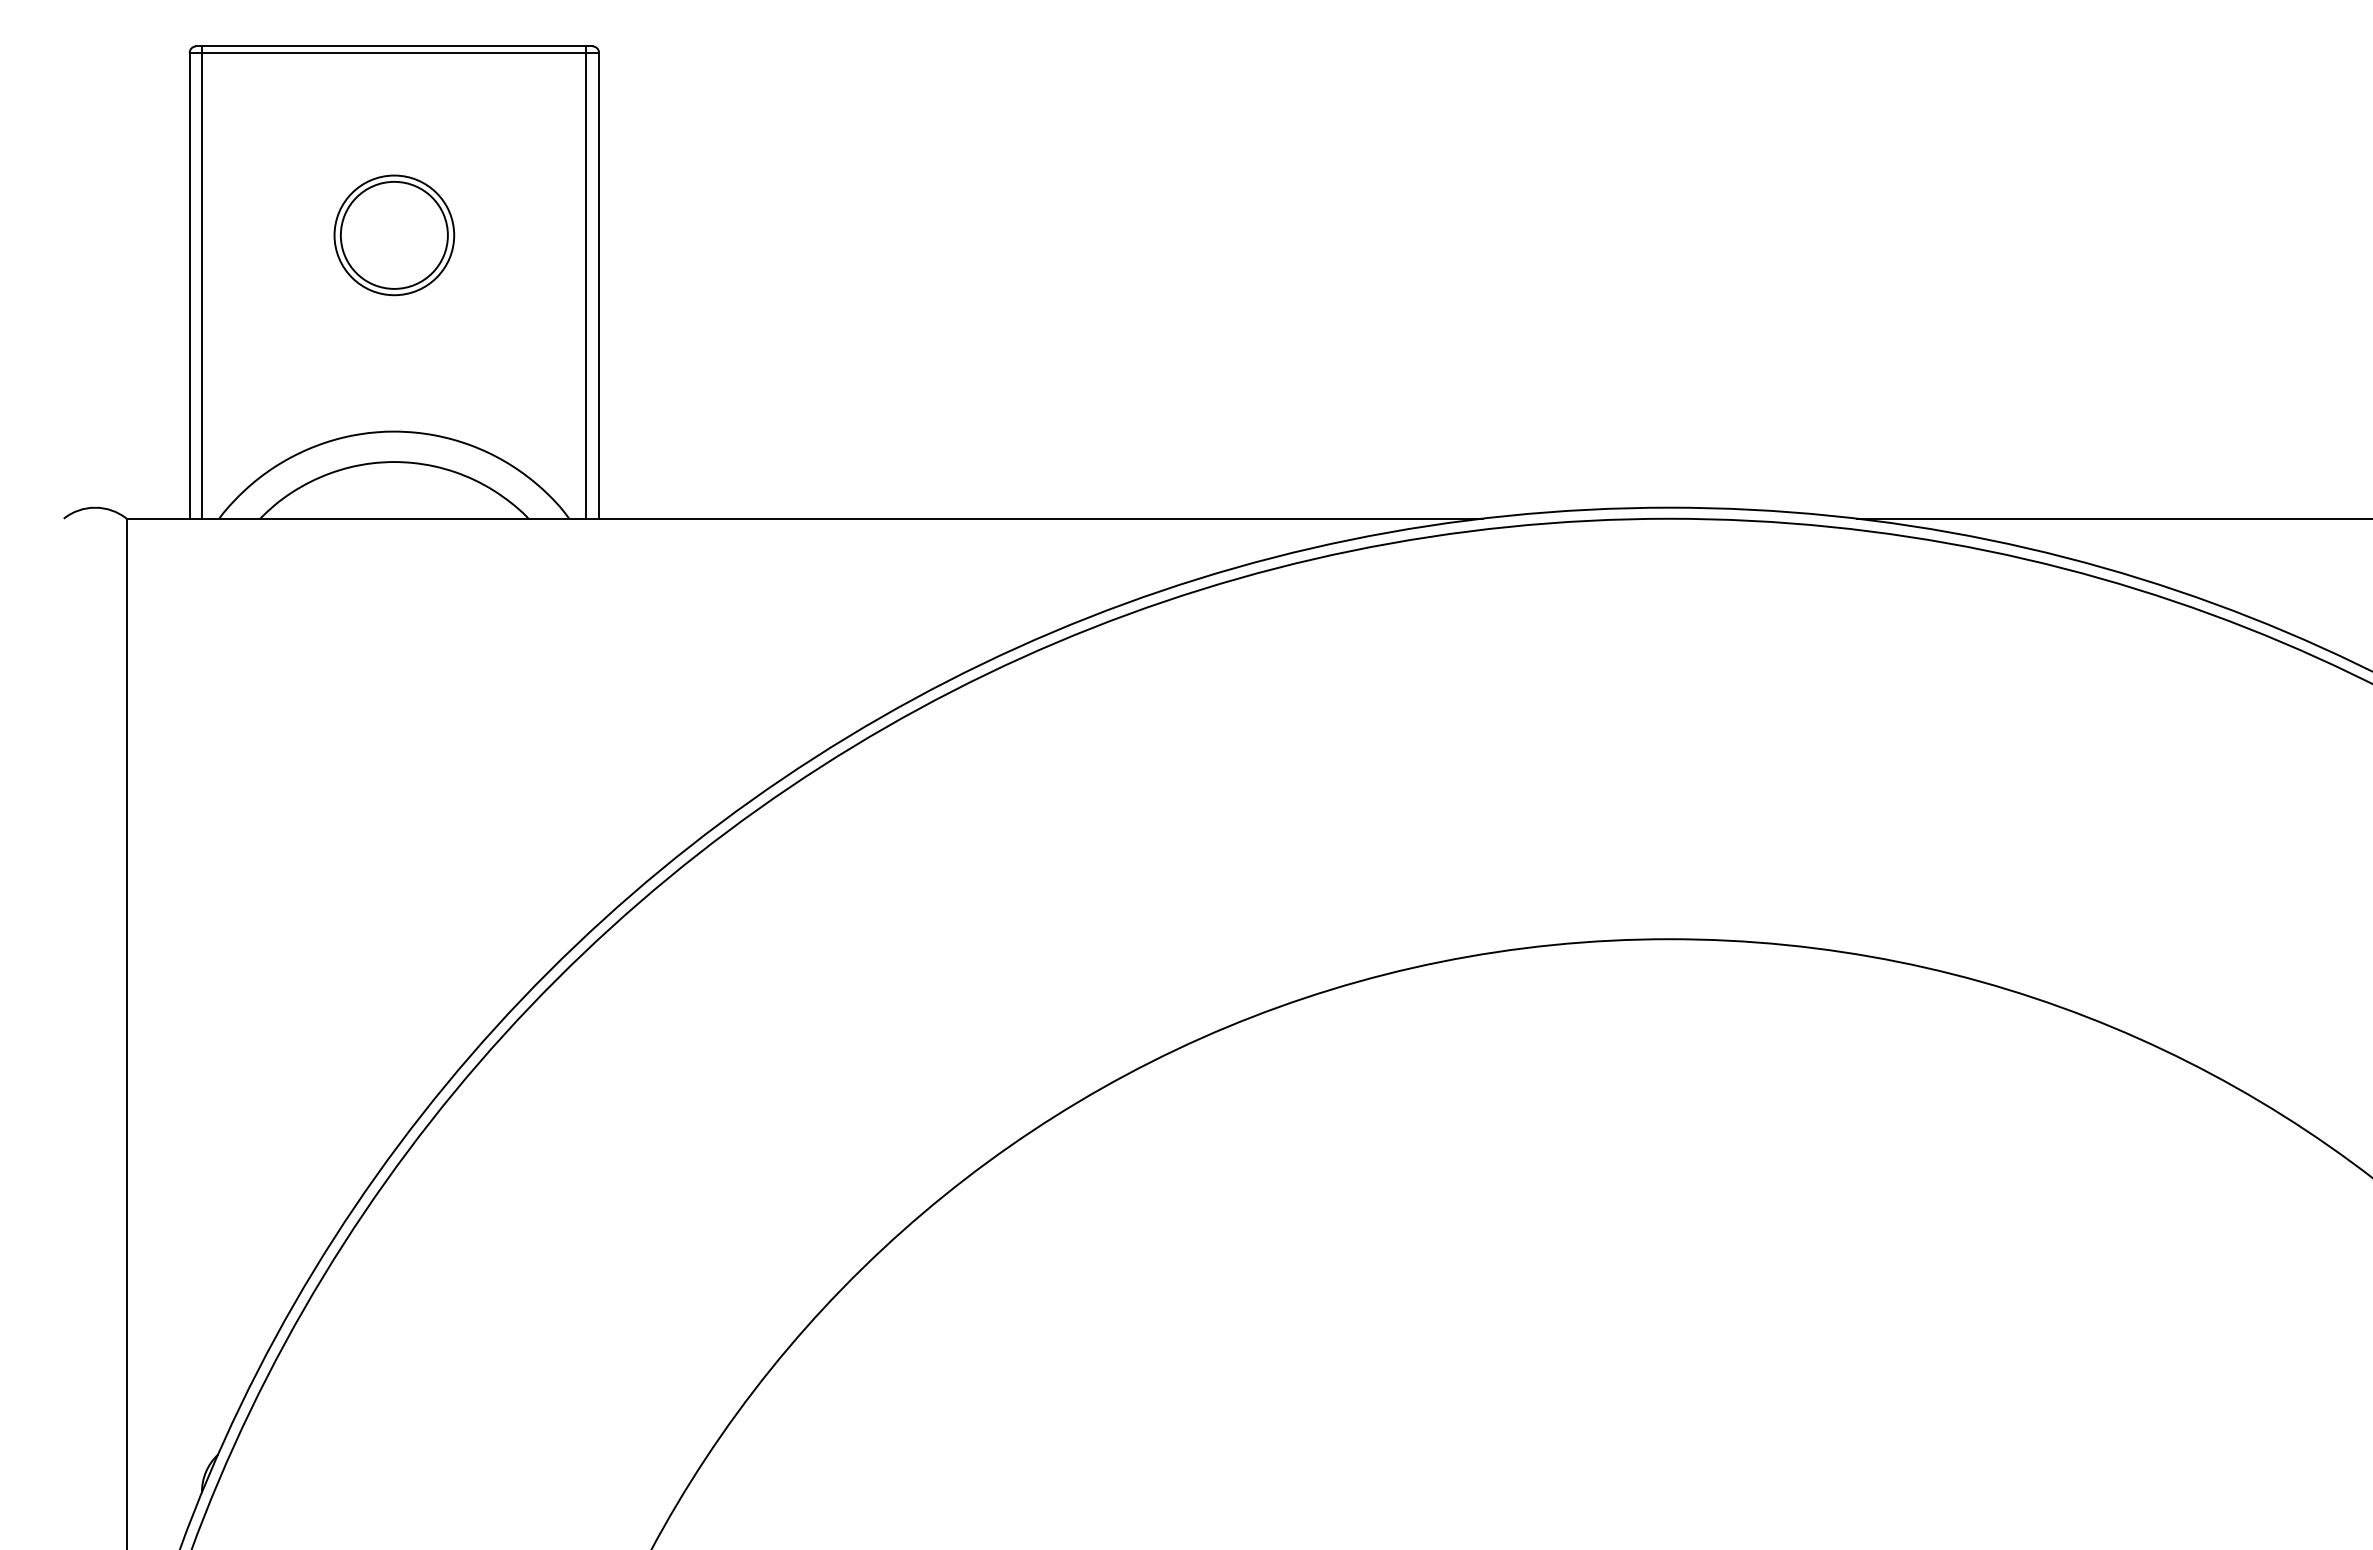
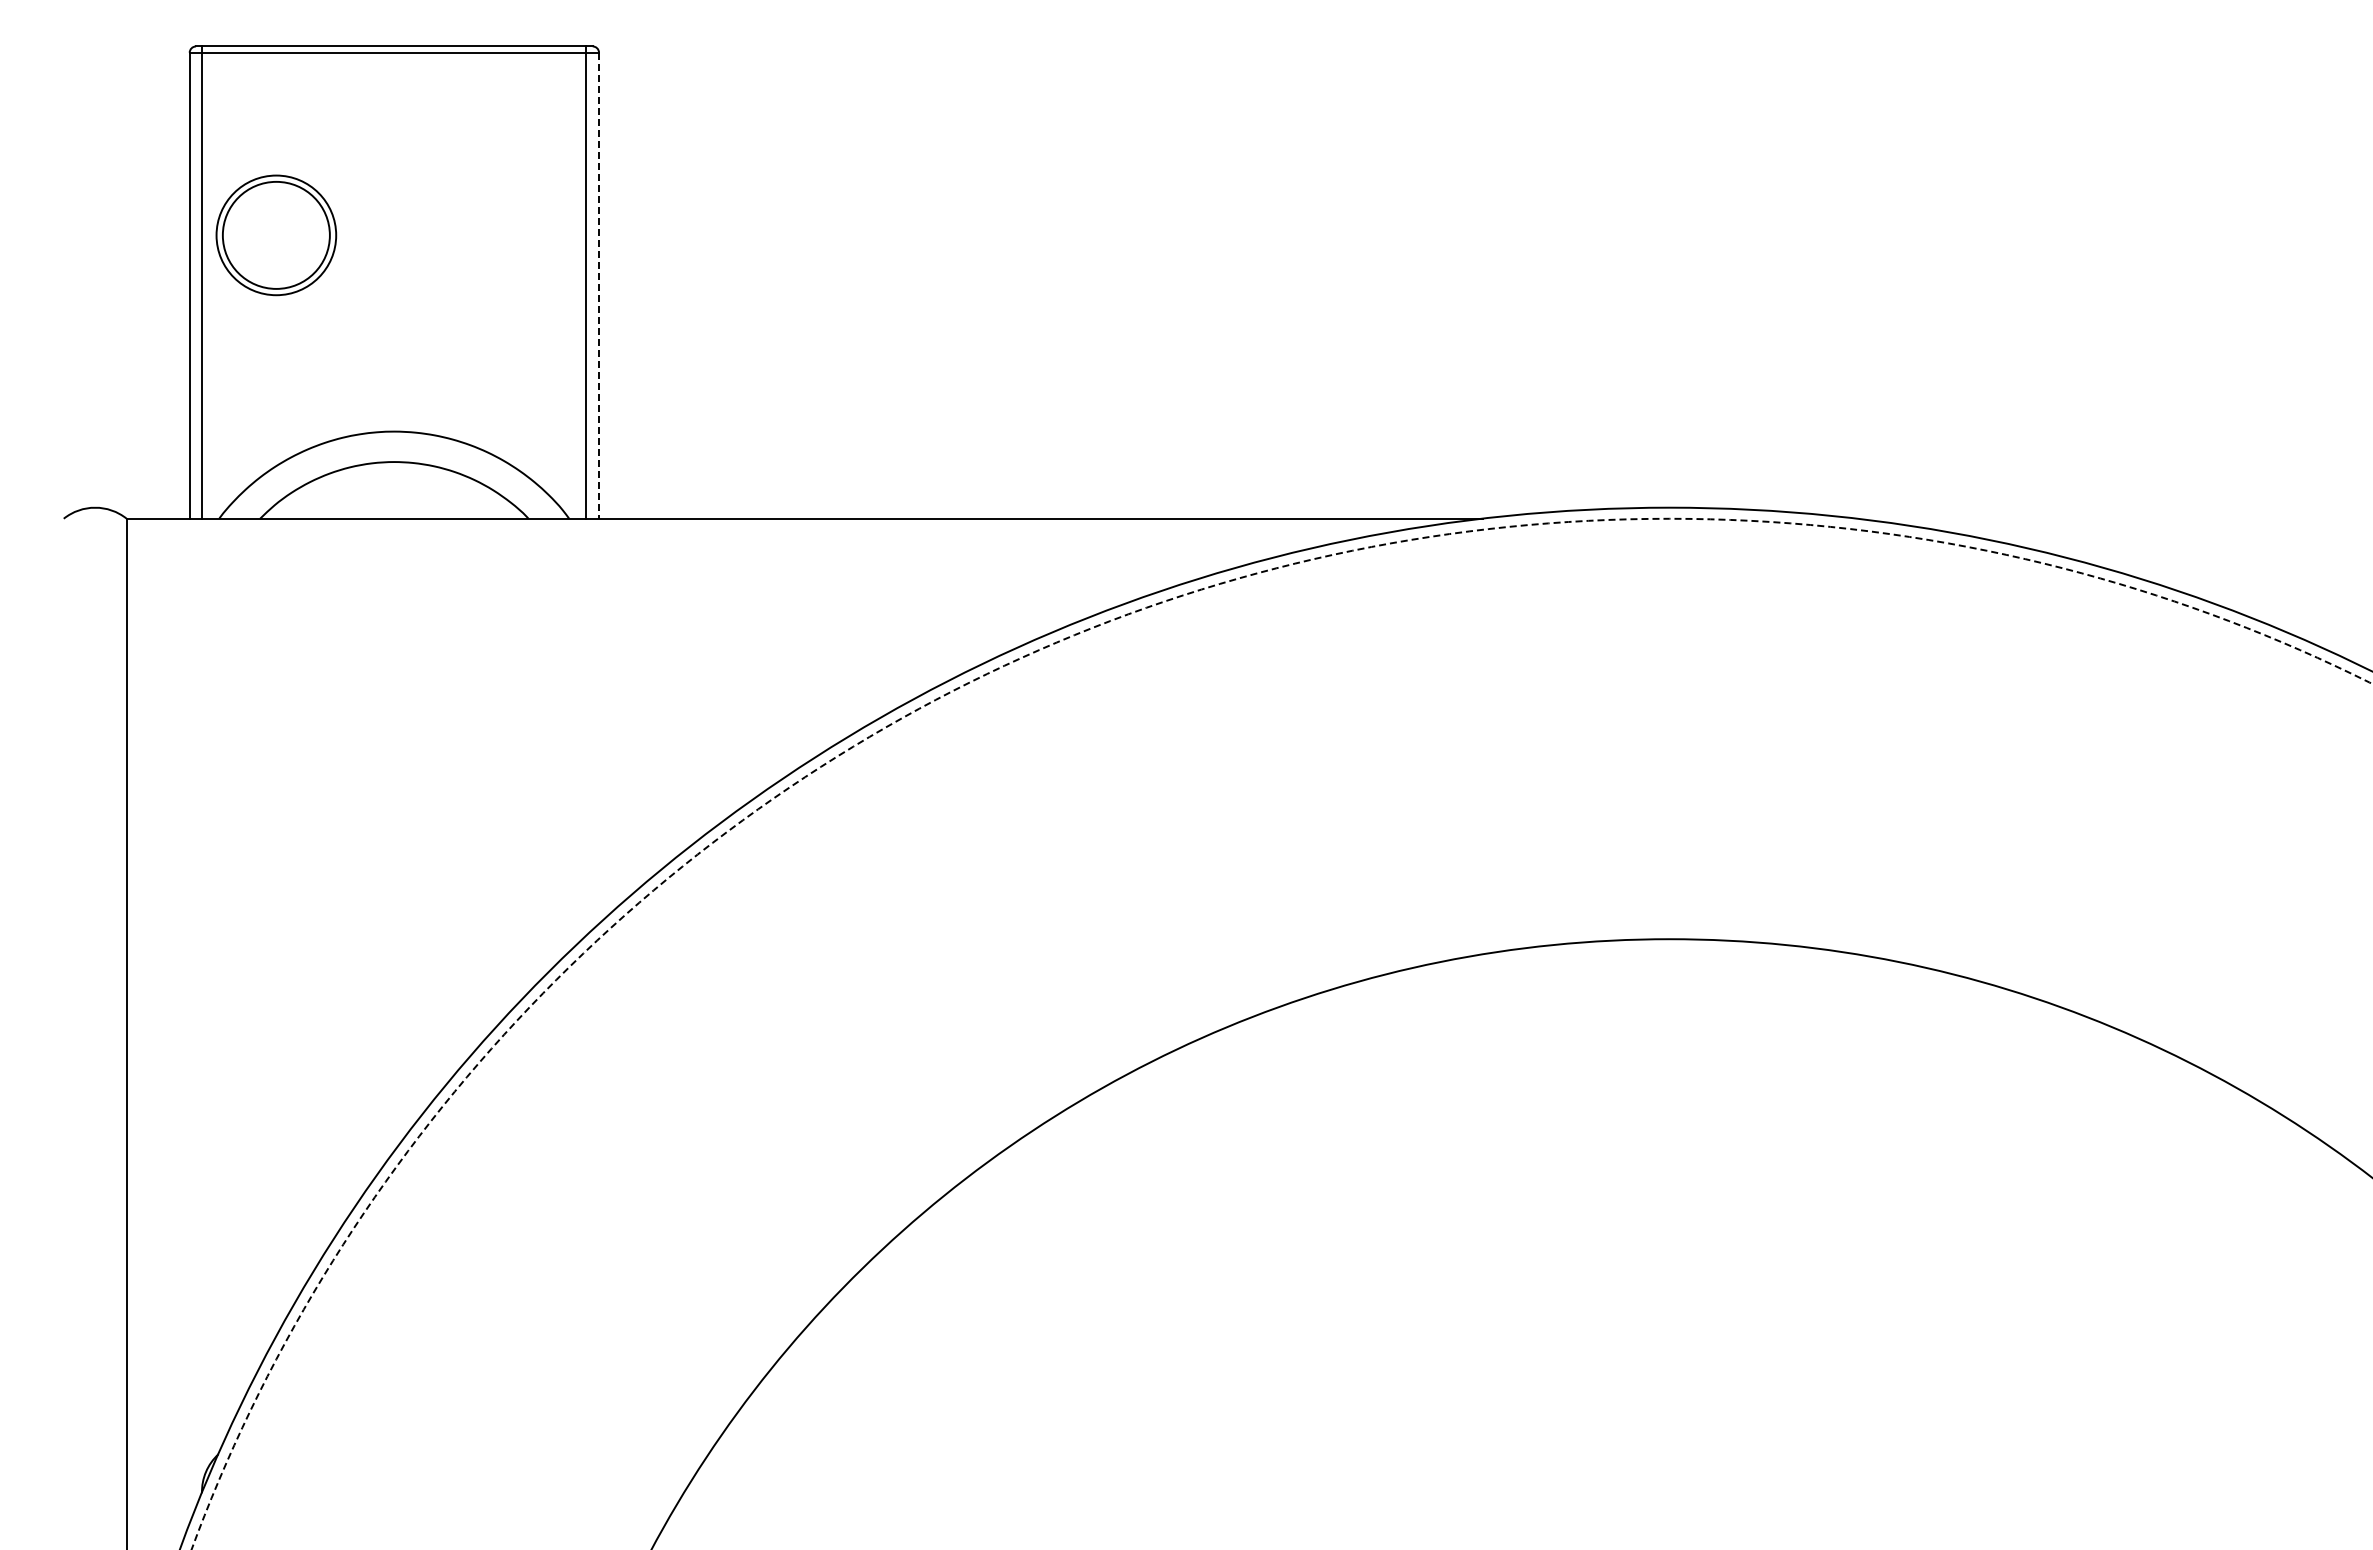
part at (394, 235) position: (394, 235) -> (276, 235)
line at (599, 286): solid -> dashed
line at (2112, 518): present -> none
circle at (1281, 1033): solid -> dashed
